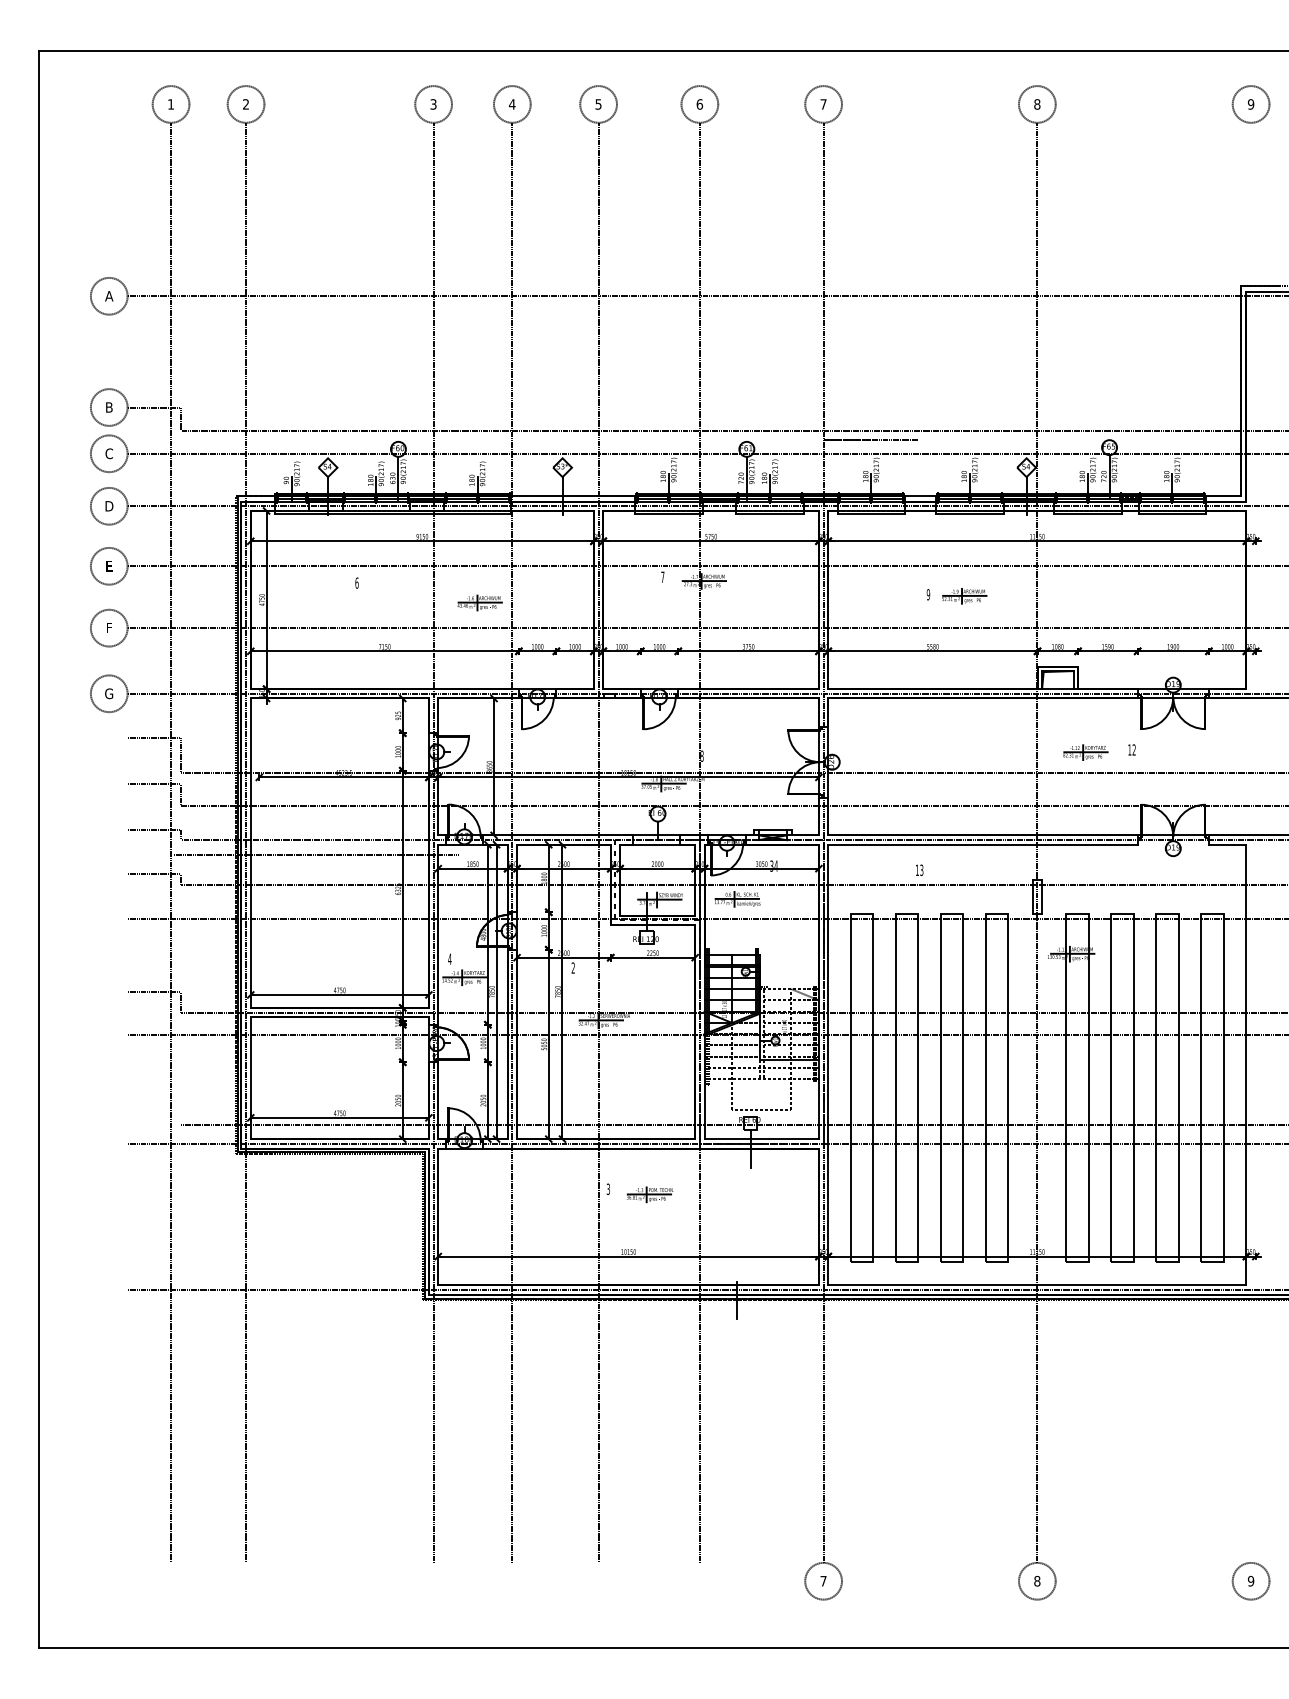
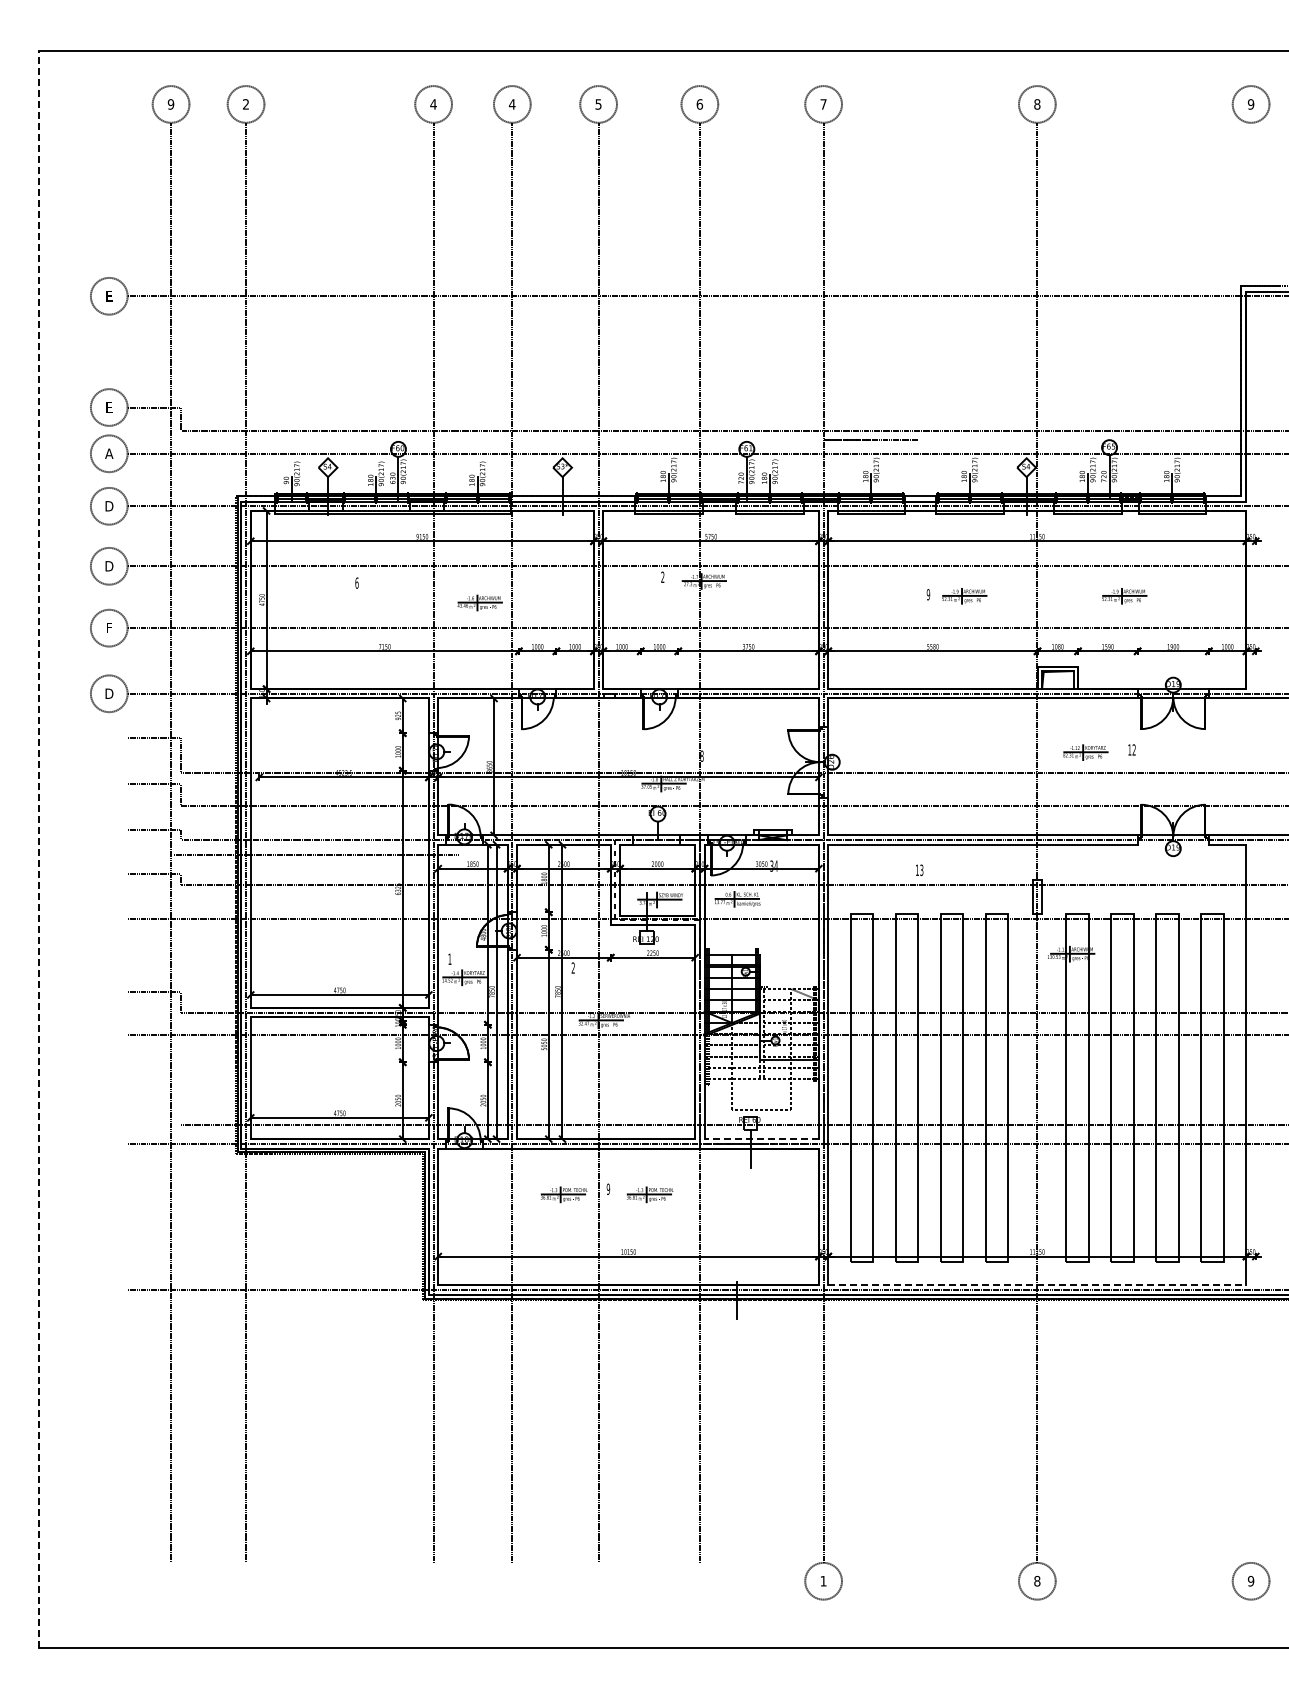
text at (170, 104): 1 -> 9
text at (433, 104): 3 -> 4
text at (109, 296): A -> E
text at (109, 407): B -> E
text at (109, 453): C -> A
text at (109, 566): E -> D
text at (662, 576): 7 -> 2
part at (1124, 596): none -> present
text at (109, 693): G -> D
line at (38, 849): solid -> dashed
text at (449, 958): 4 -> 1
line at (761, 1139): solid -> dashed
text at (608, 1188): 3 -> 9
part at (563, 1194): none -> present
line at (1037, 1285): solid -> dashed
text at (823, 1581): 7 -> 1
